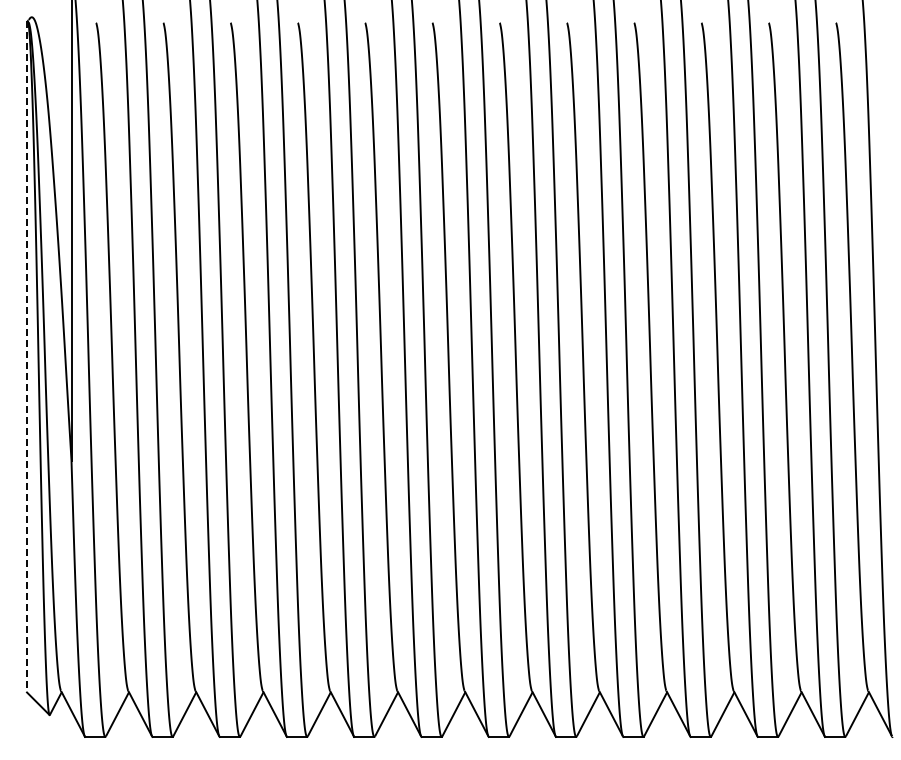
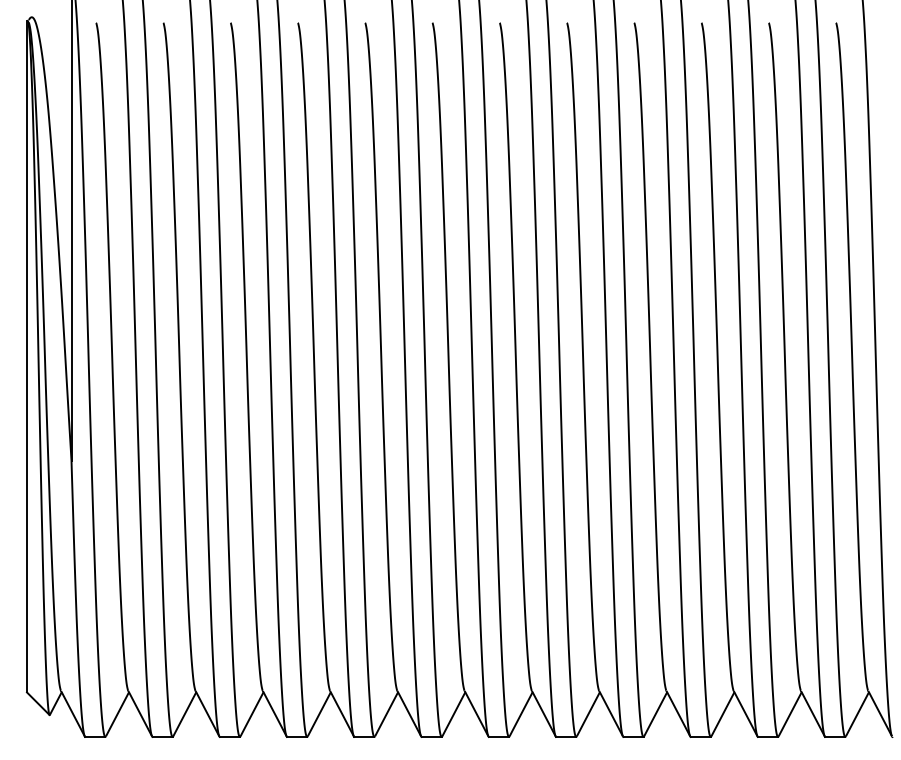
line at (27, 356): dashed -> solid
